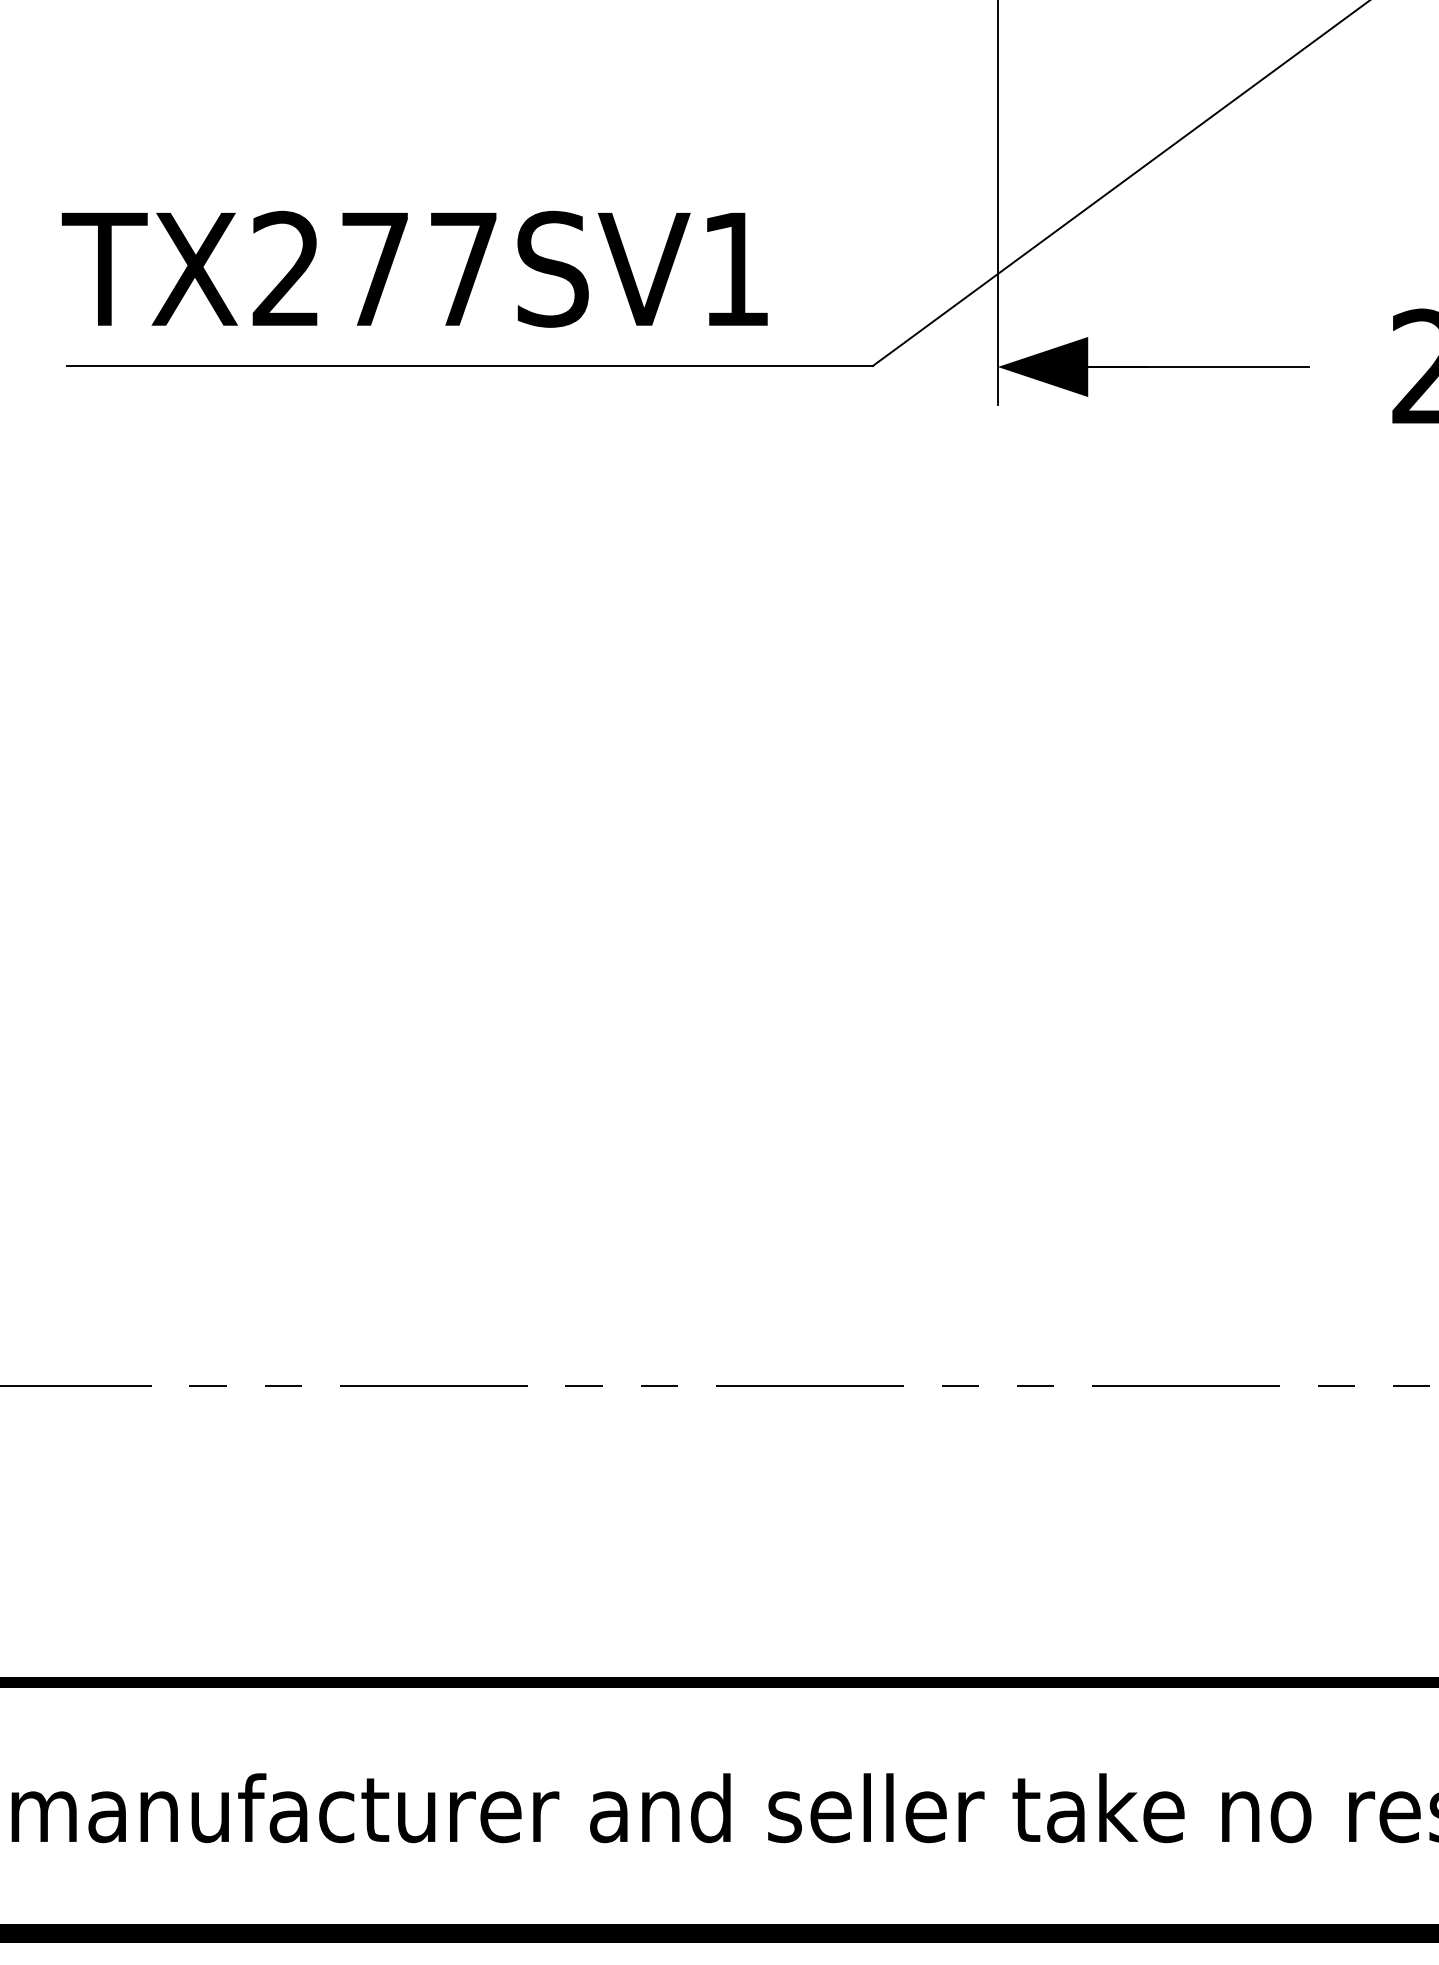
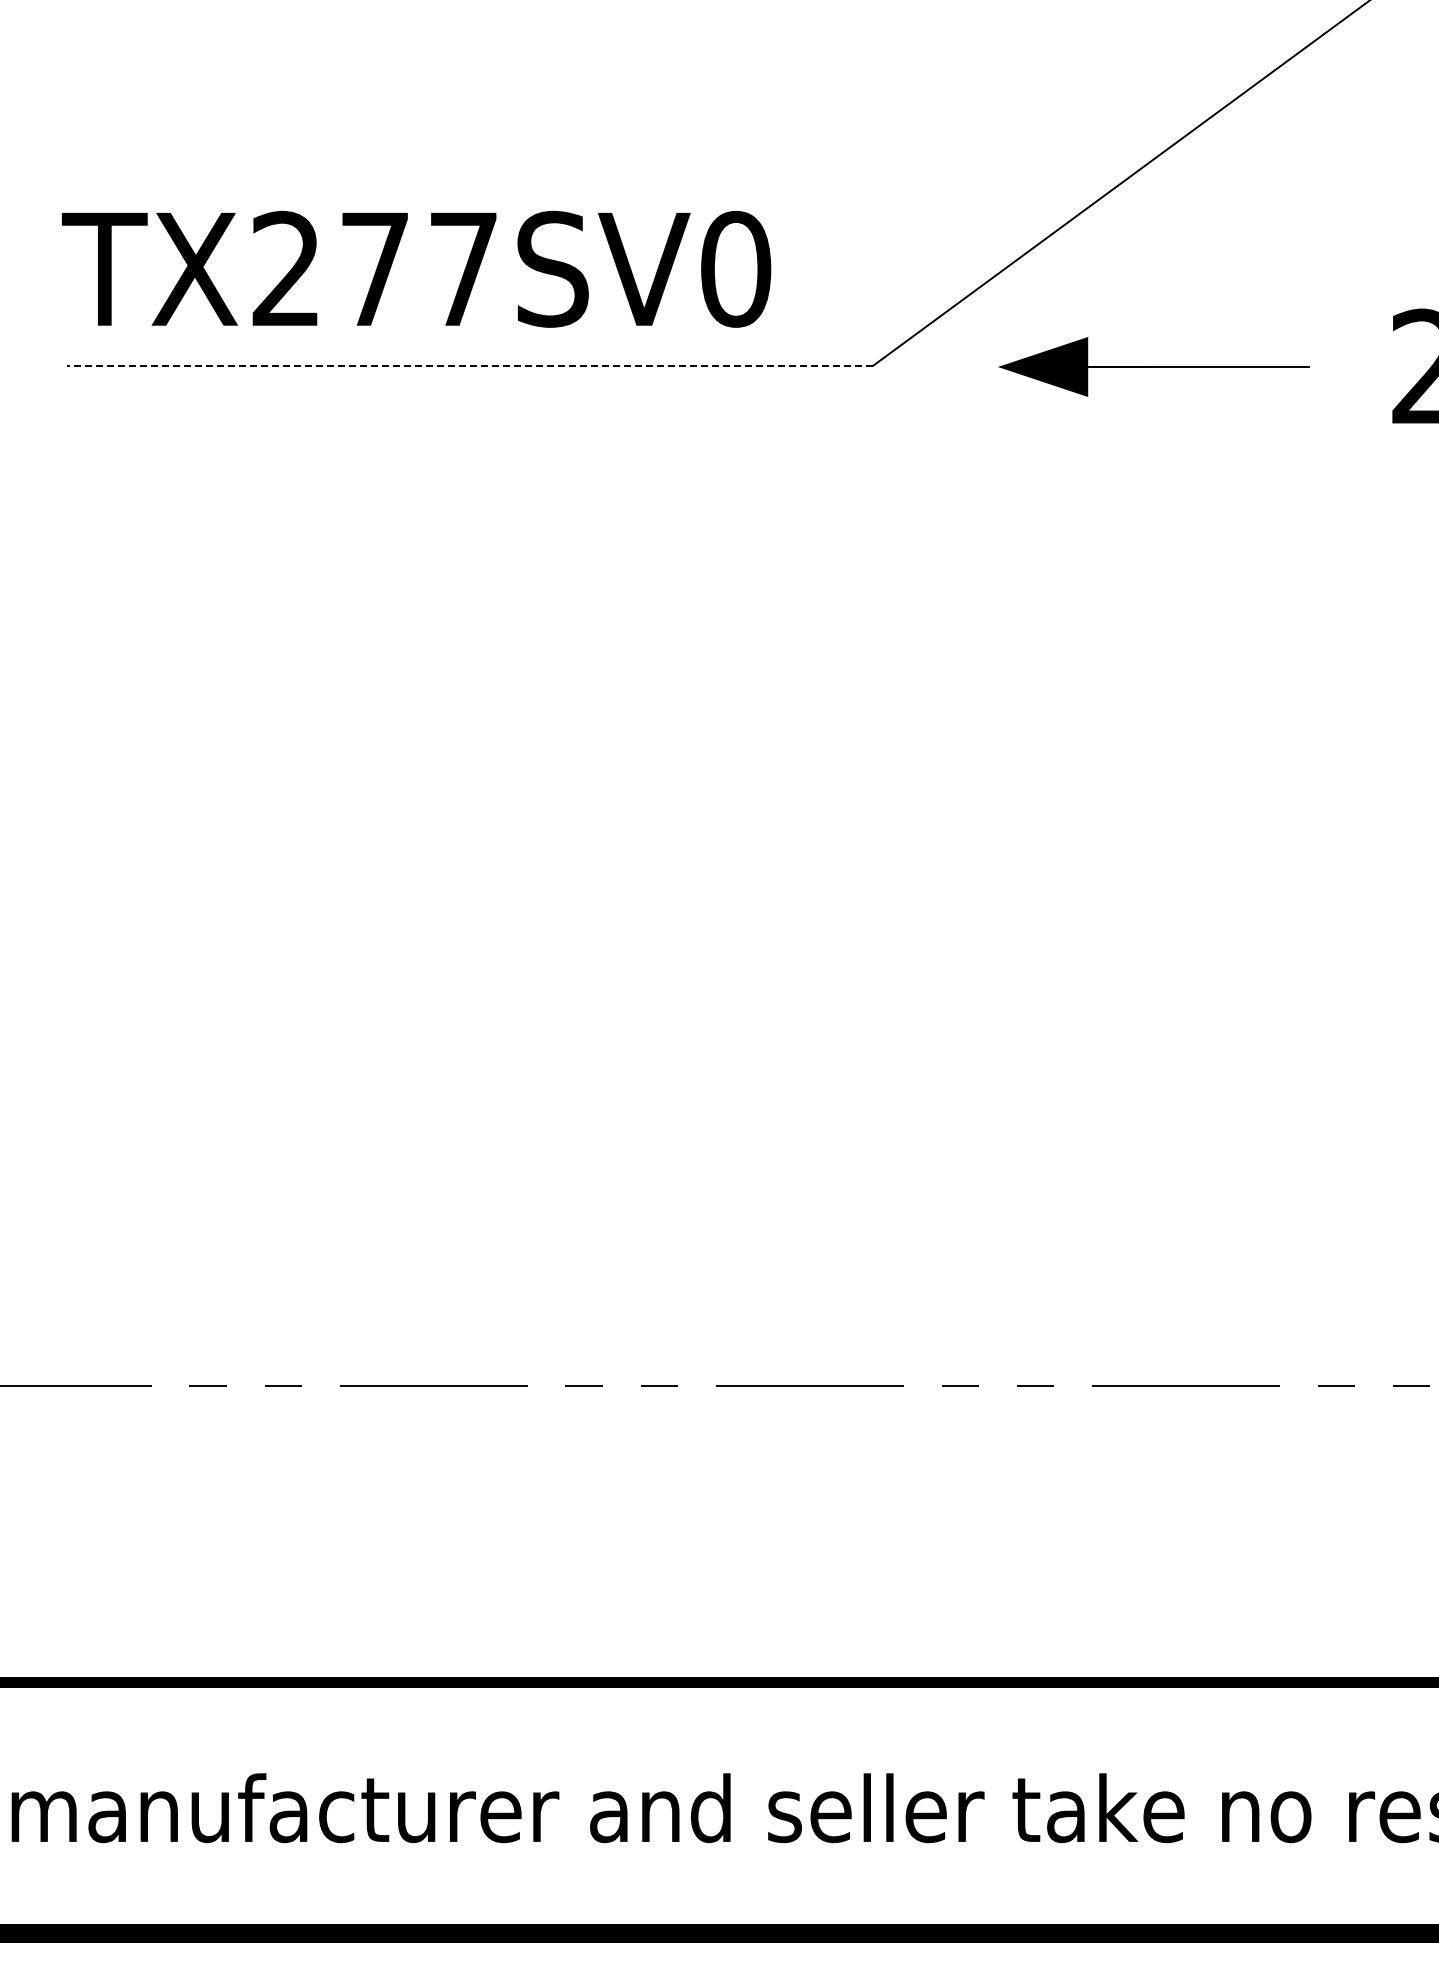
line at (997, 203): present -> none
text at (736, 268): TX277SV1 -> TX277SV0
line at (470, 365): solid -> dashed
